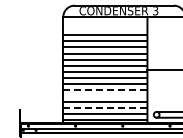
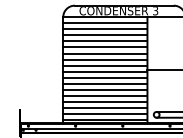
line at (105, 23): none -> present
line at (105, 29): none -> present
line at (105, 89): dashed -> solid
line at (105, 95): none -> present
line at (105, 108): dashed -> solid
